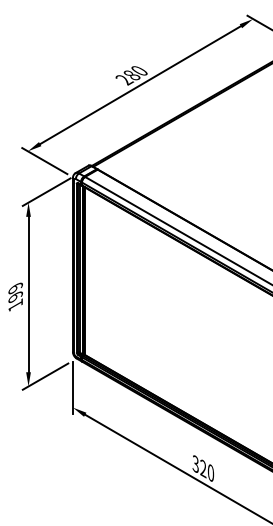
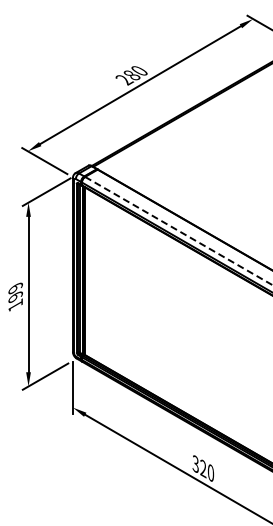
line at (179, 231): solid -> dashed
